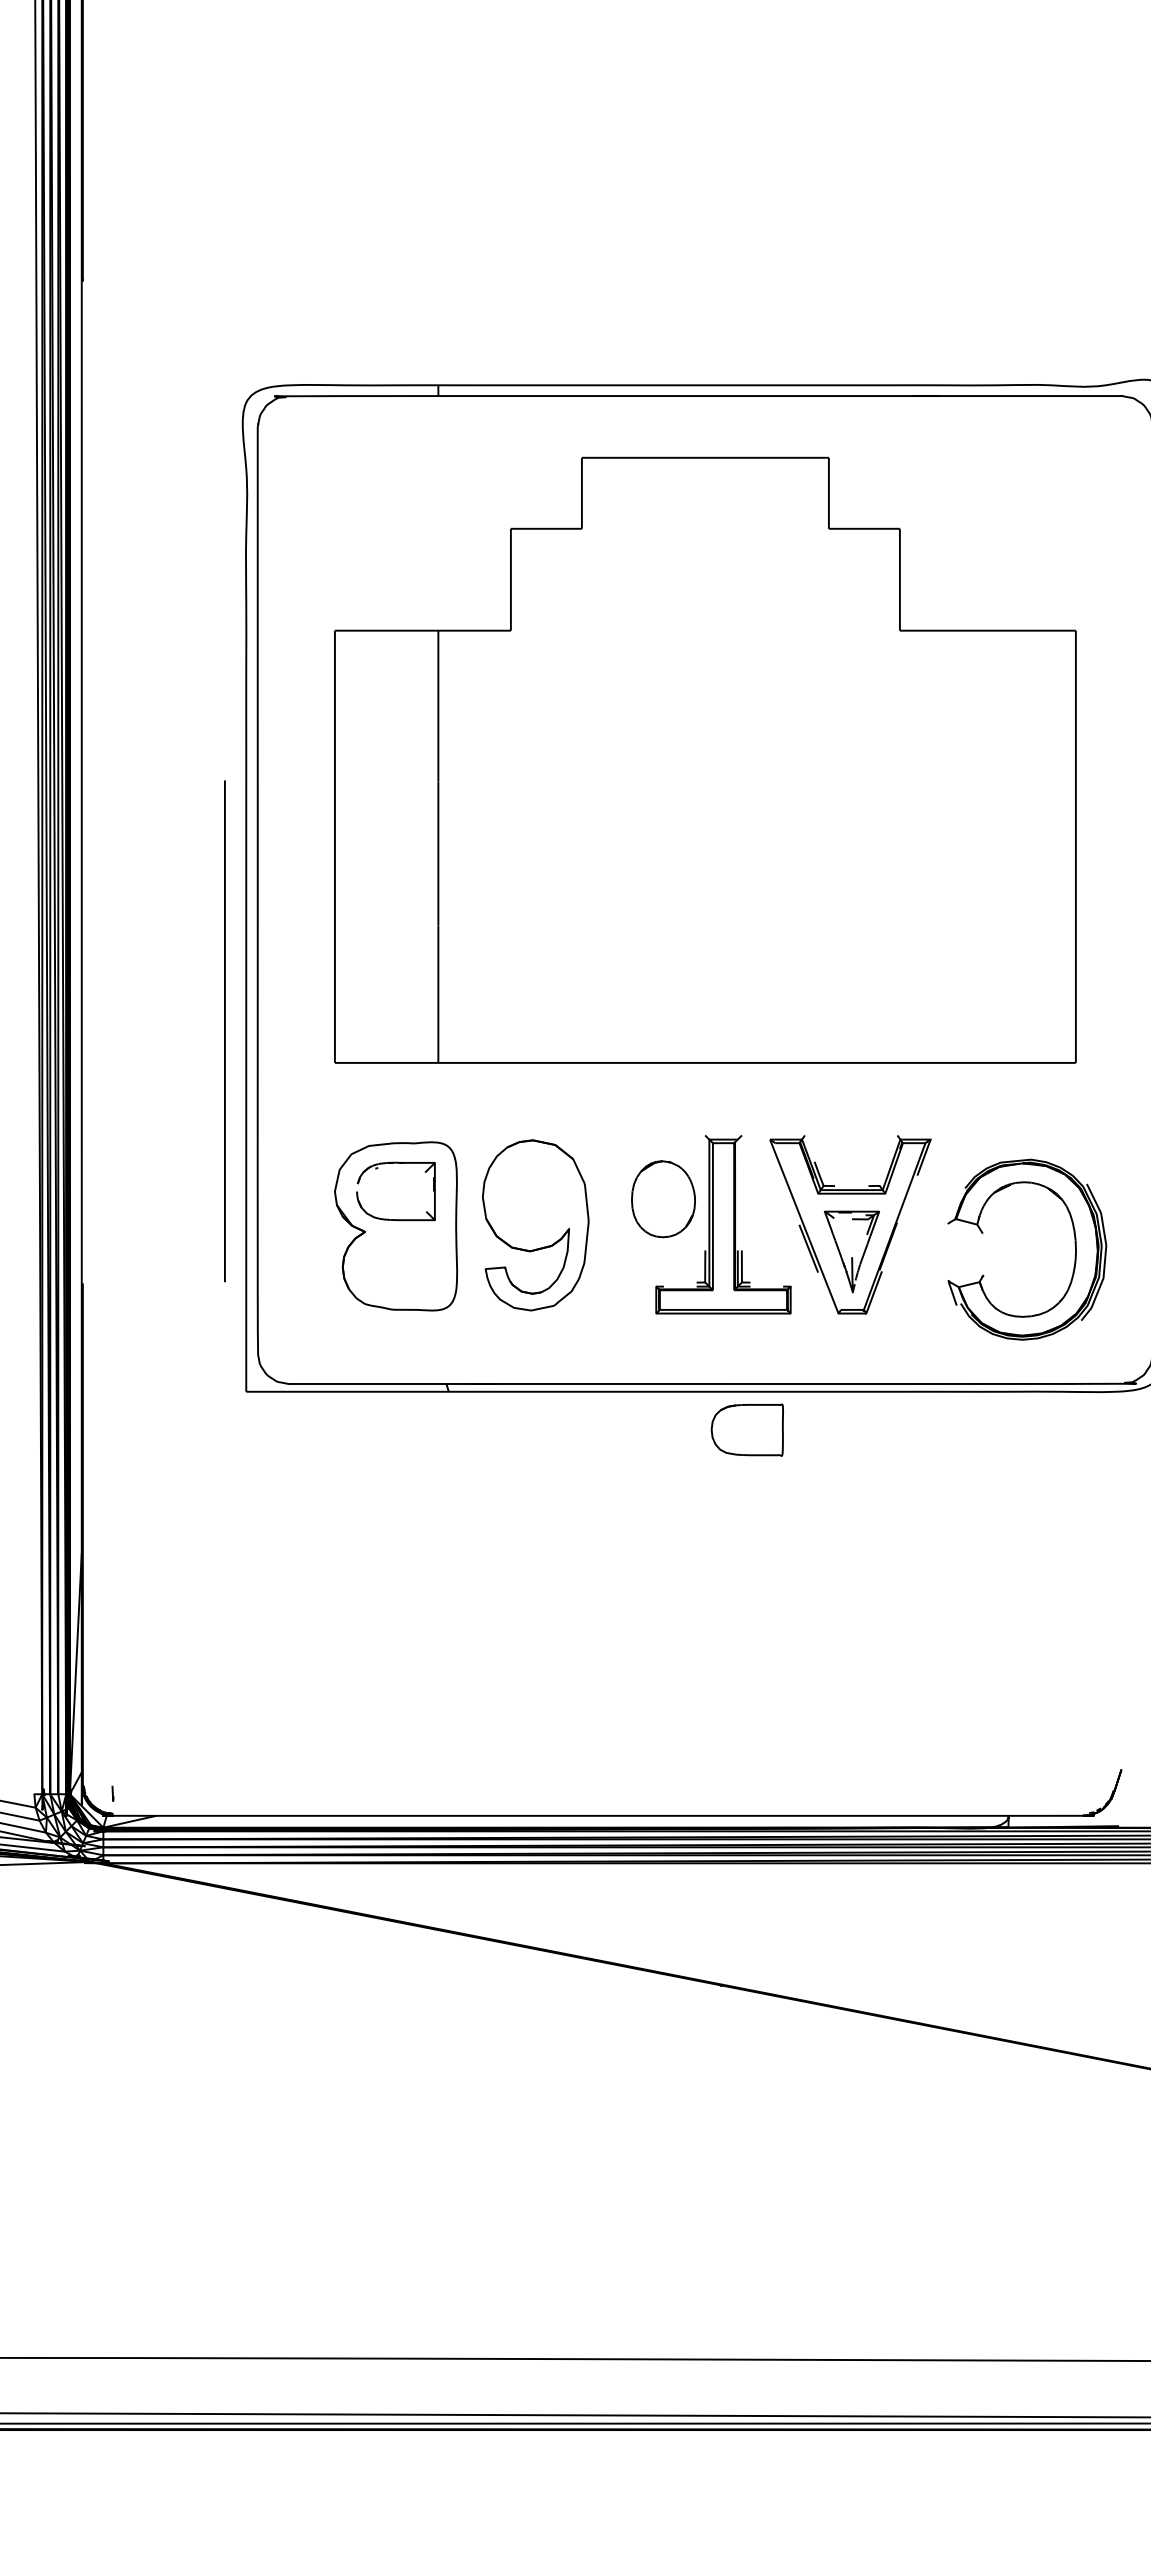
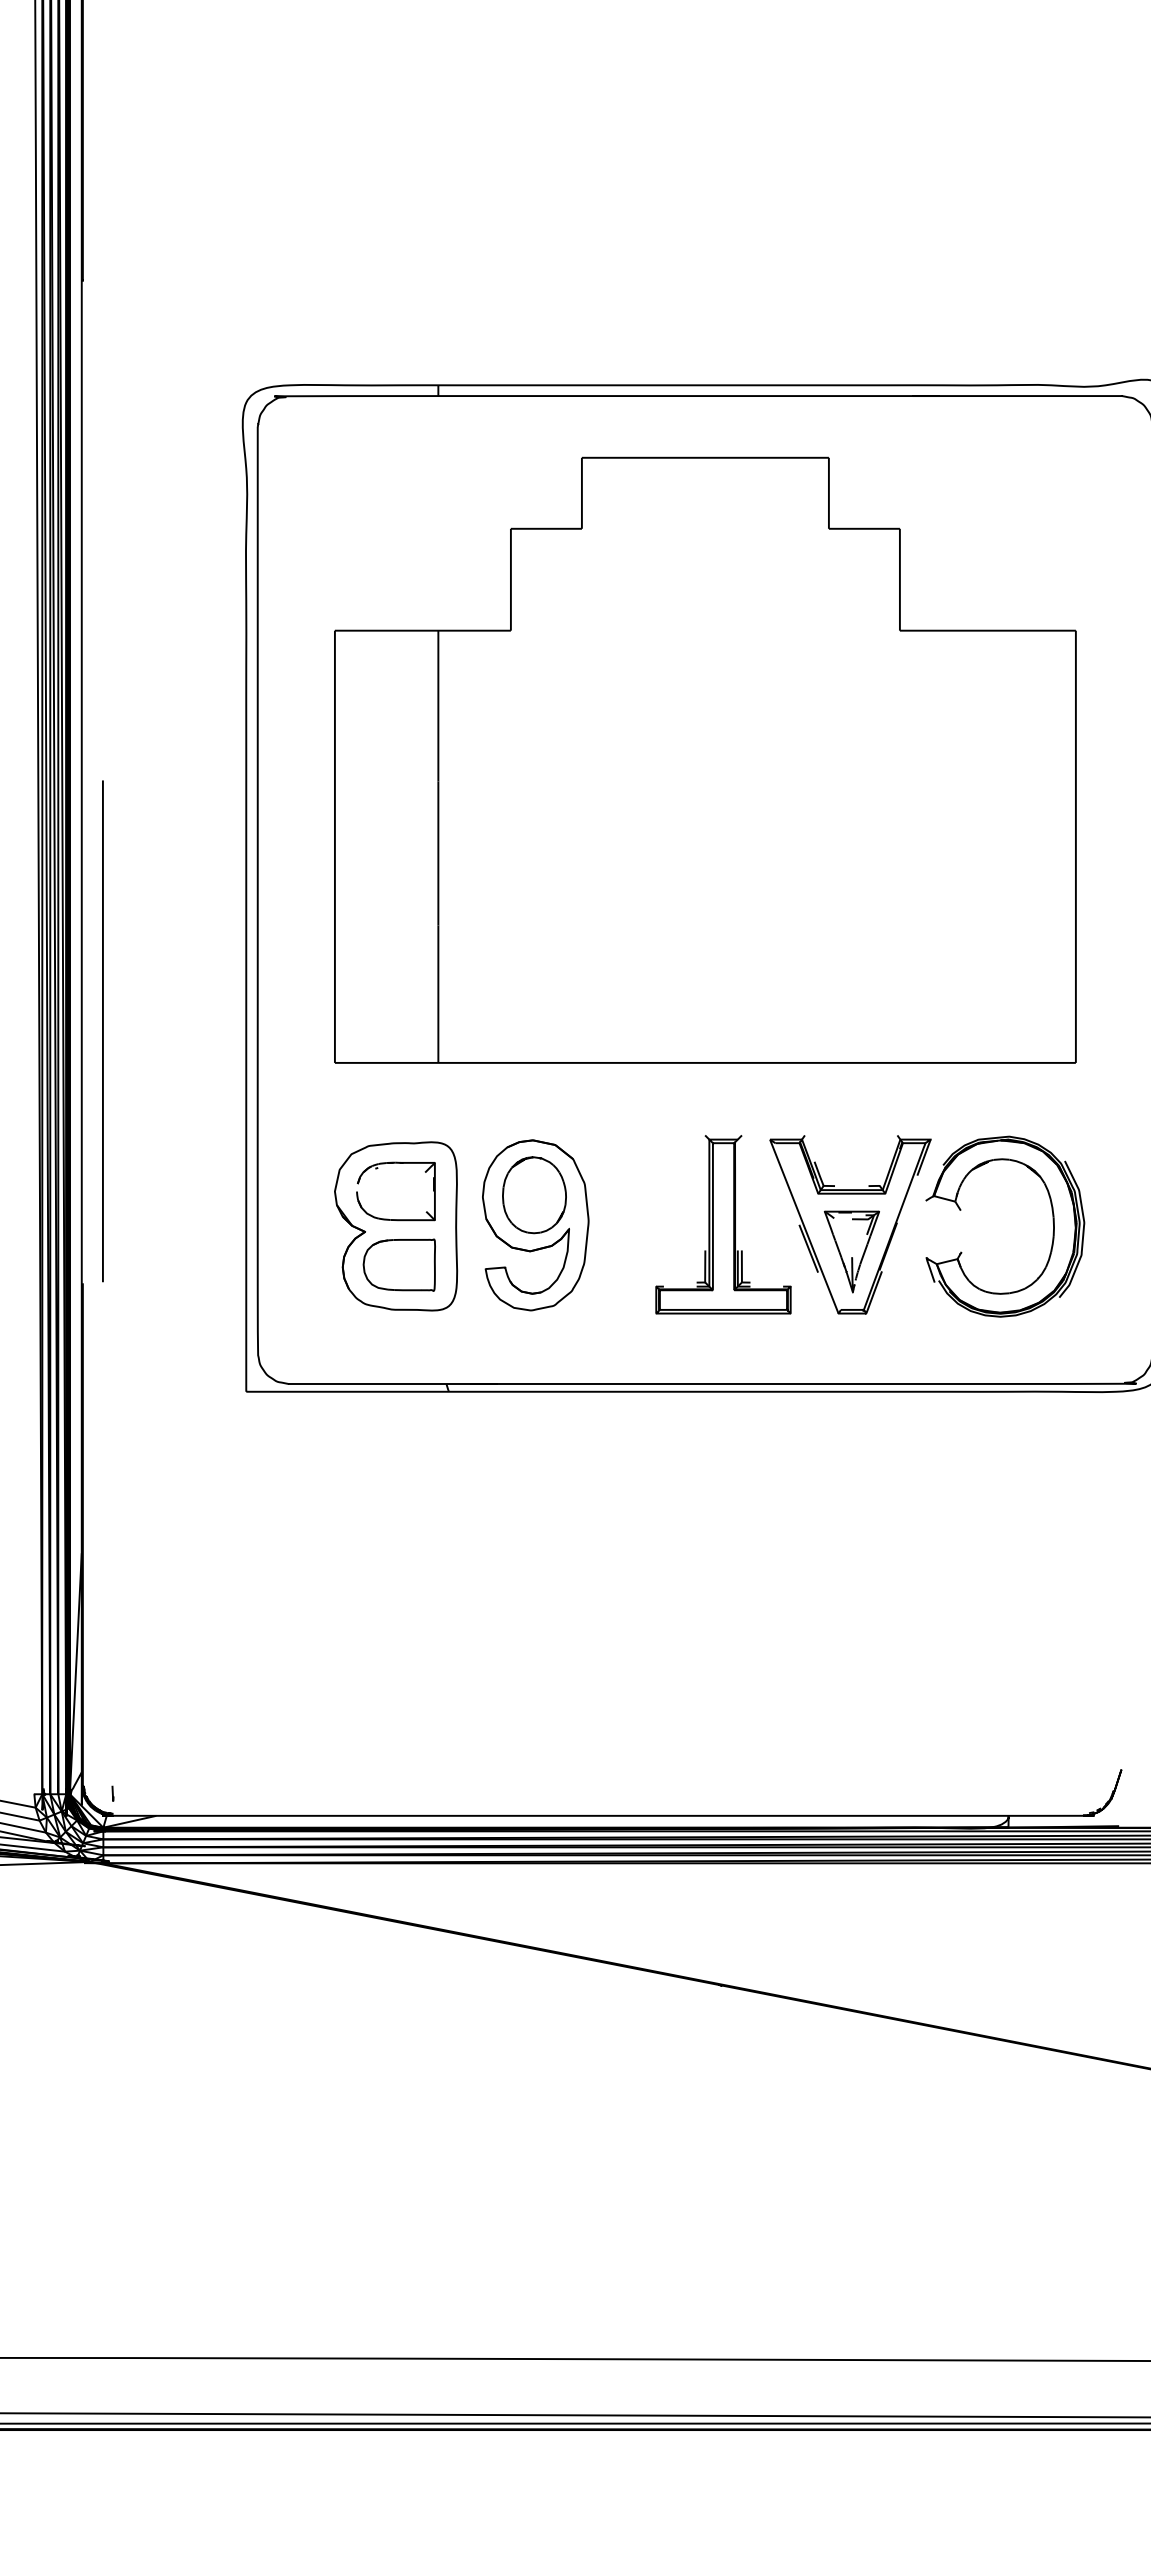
line at (224, 1031) position: (224, 1031) -> (102, 1031)
part at (663, 1199) position: (663, 1199) -> (534, 1195)
part at (983, 1233) position: (983, 1233) -> (961, 1210)
part at (746, 1429) position: (746, 1429) -> (398, 1264)
